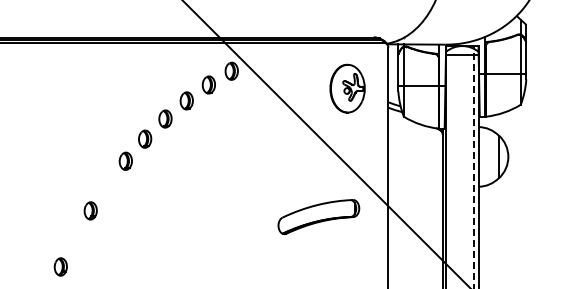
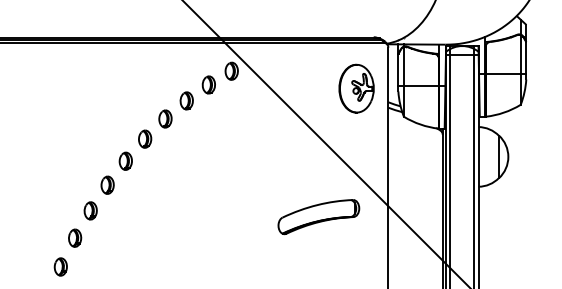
part at (347, 88) position: (347, 88) -> (356, 88)
line at (450, 165): none -> present
line at (474, 166): dashed -> solid
part at (107, 184): none -> present
part at (75, 237): none -> present
